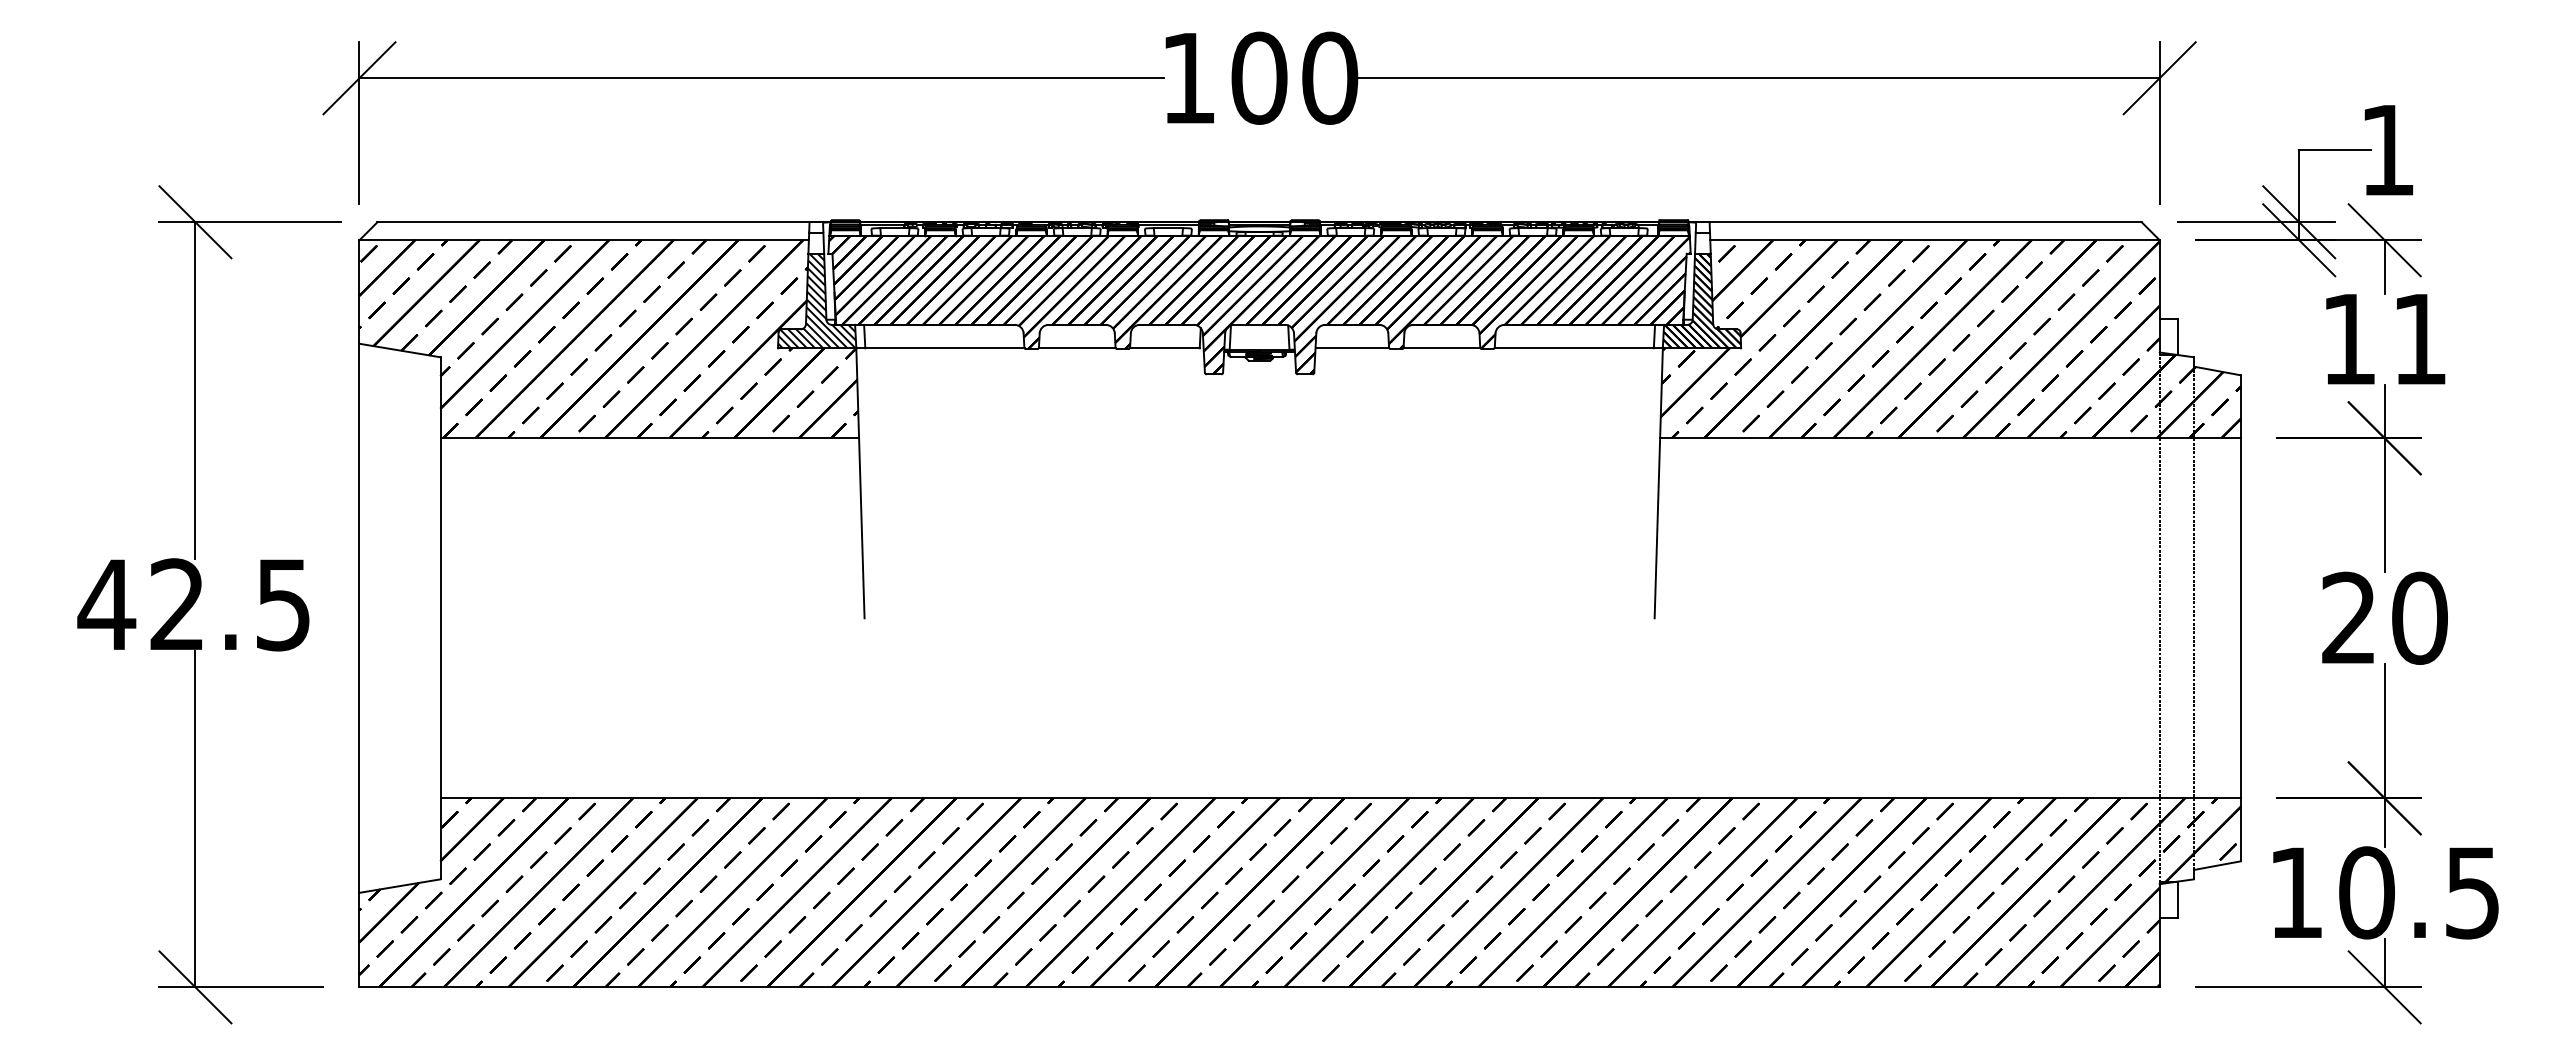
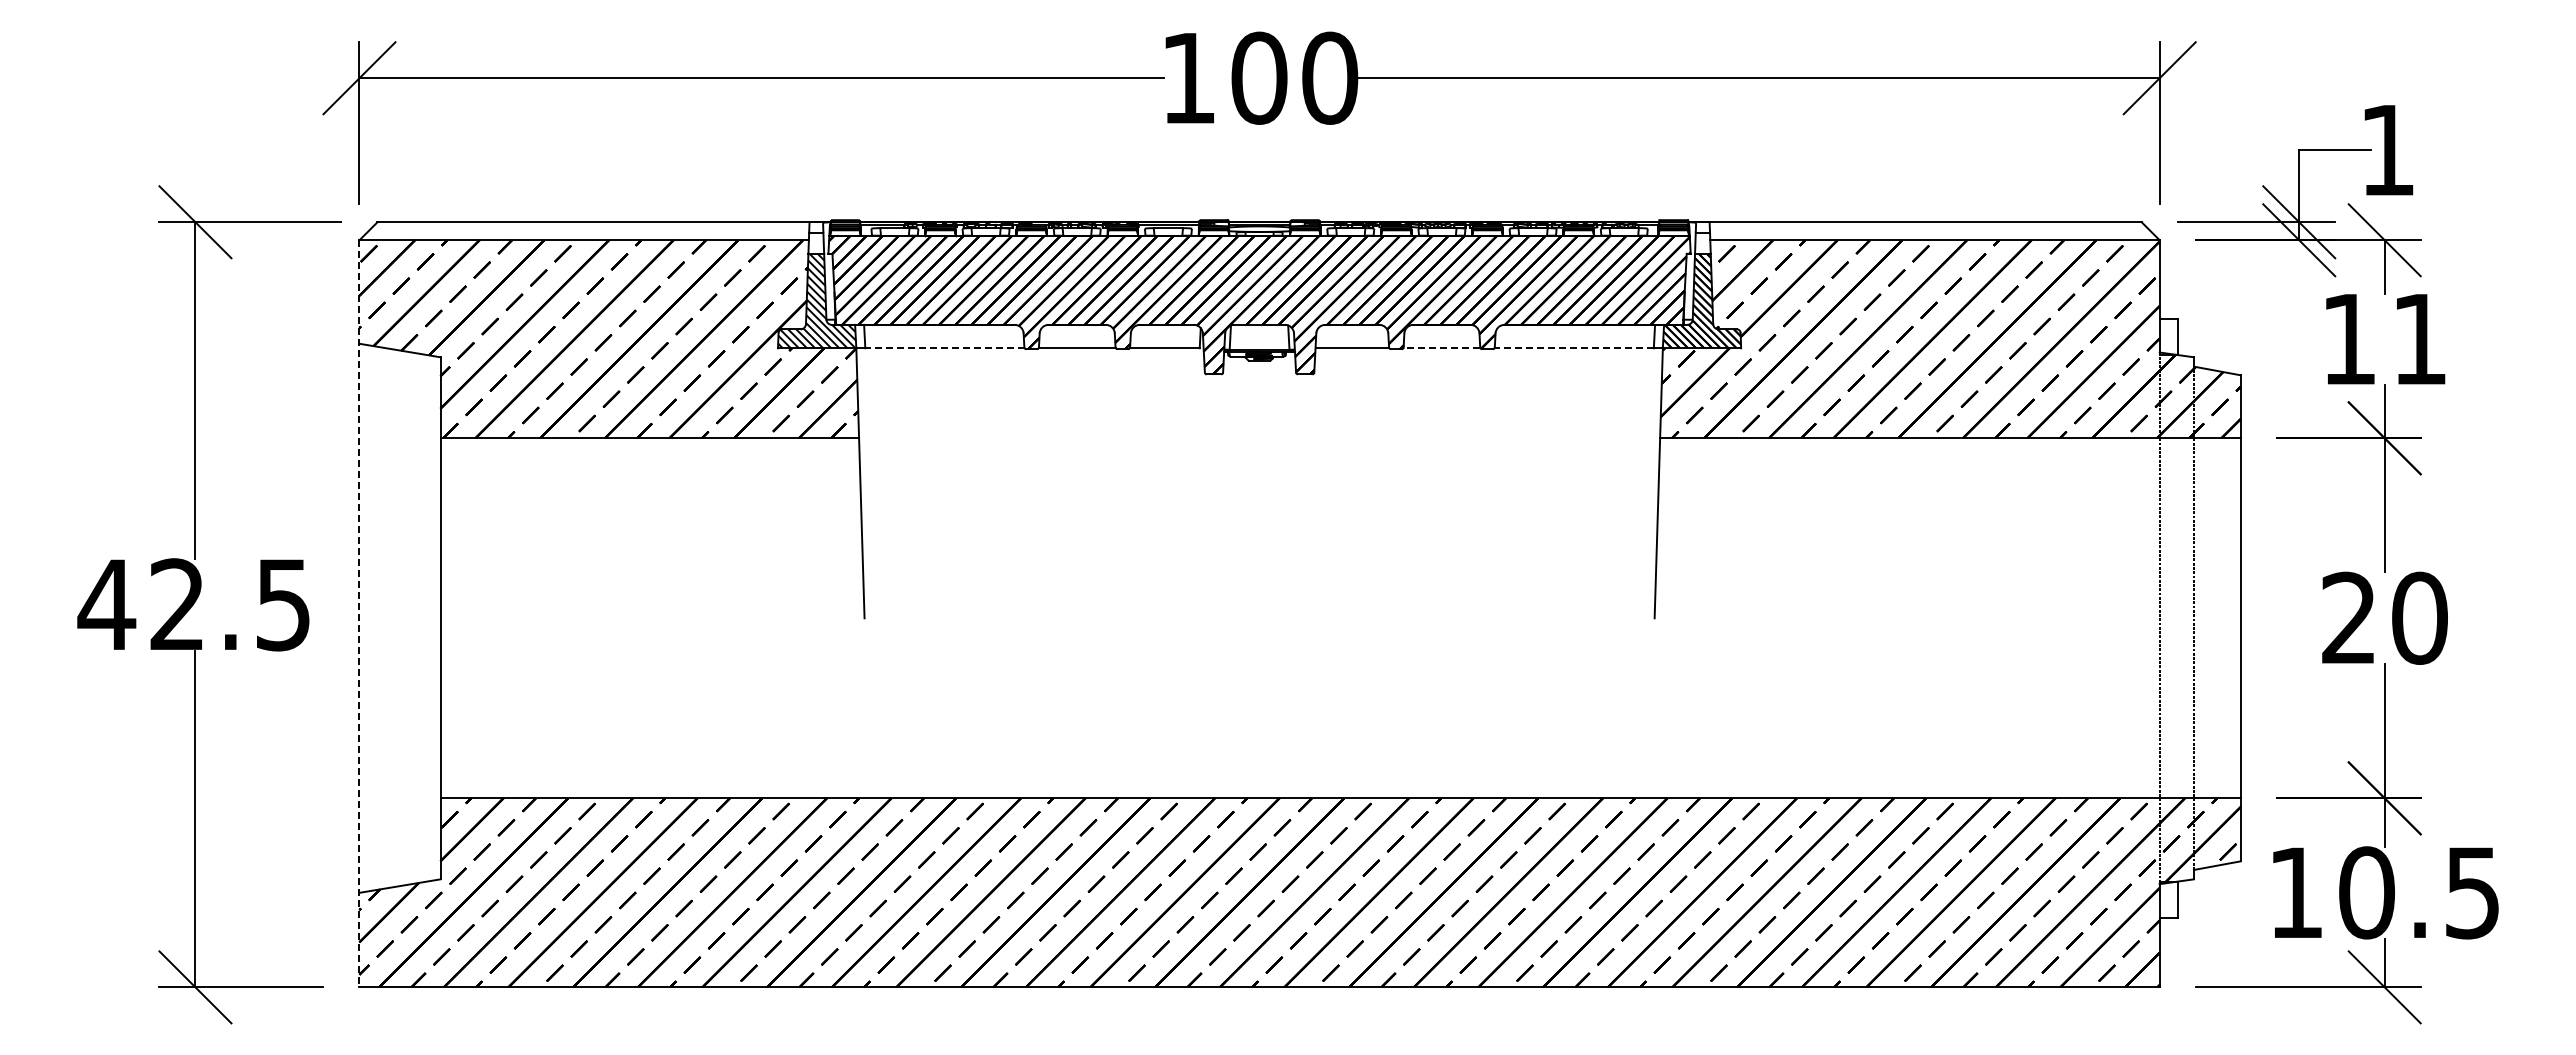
line at (944, 348): solid -> dashed
line at (1441, 348): solid -> dashed
line at (1574, 348): solid -> dashed
line at (359, 613): solid -> dashed
